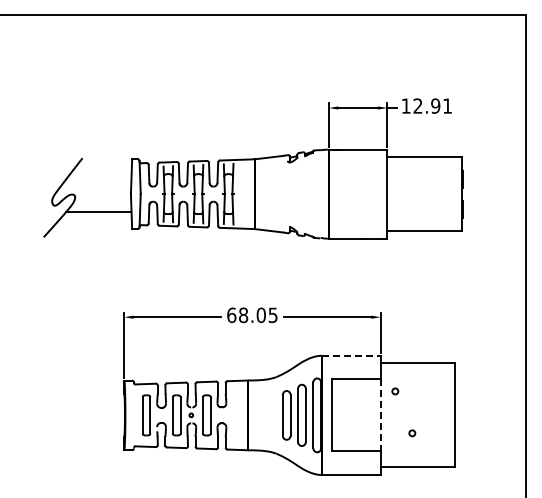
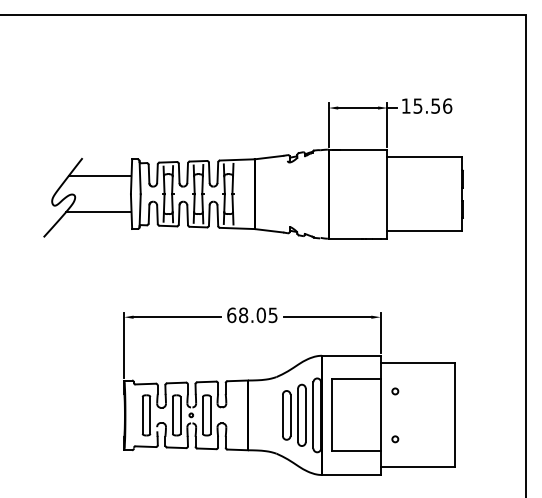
text at (432, 105): 12.91 -> 15.56
line at (99, 176): none -> present
line at (351, 355): dashed -> solid
line at (380, 415): dashed -> solid
circle at (412, 433) position: (412, 433) -> (395, 439)
